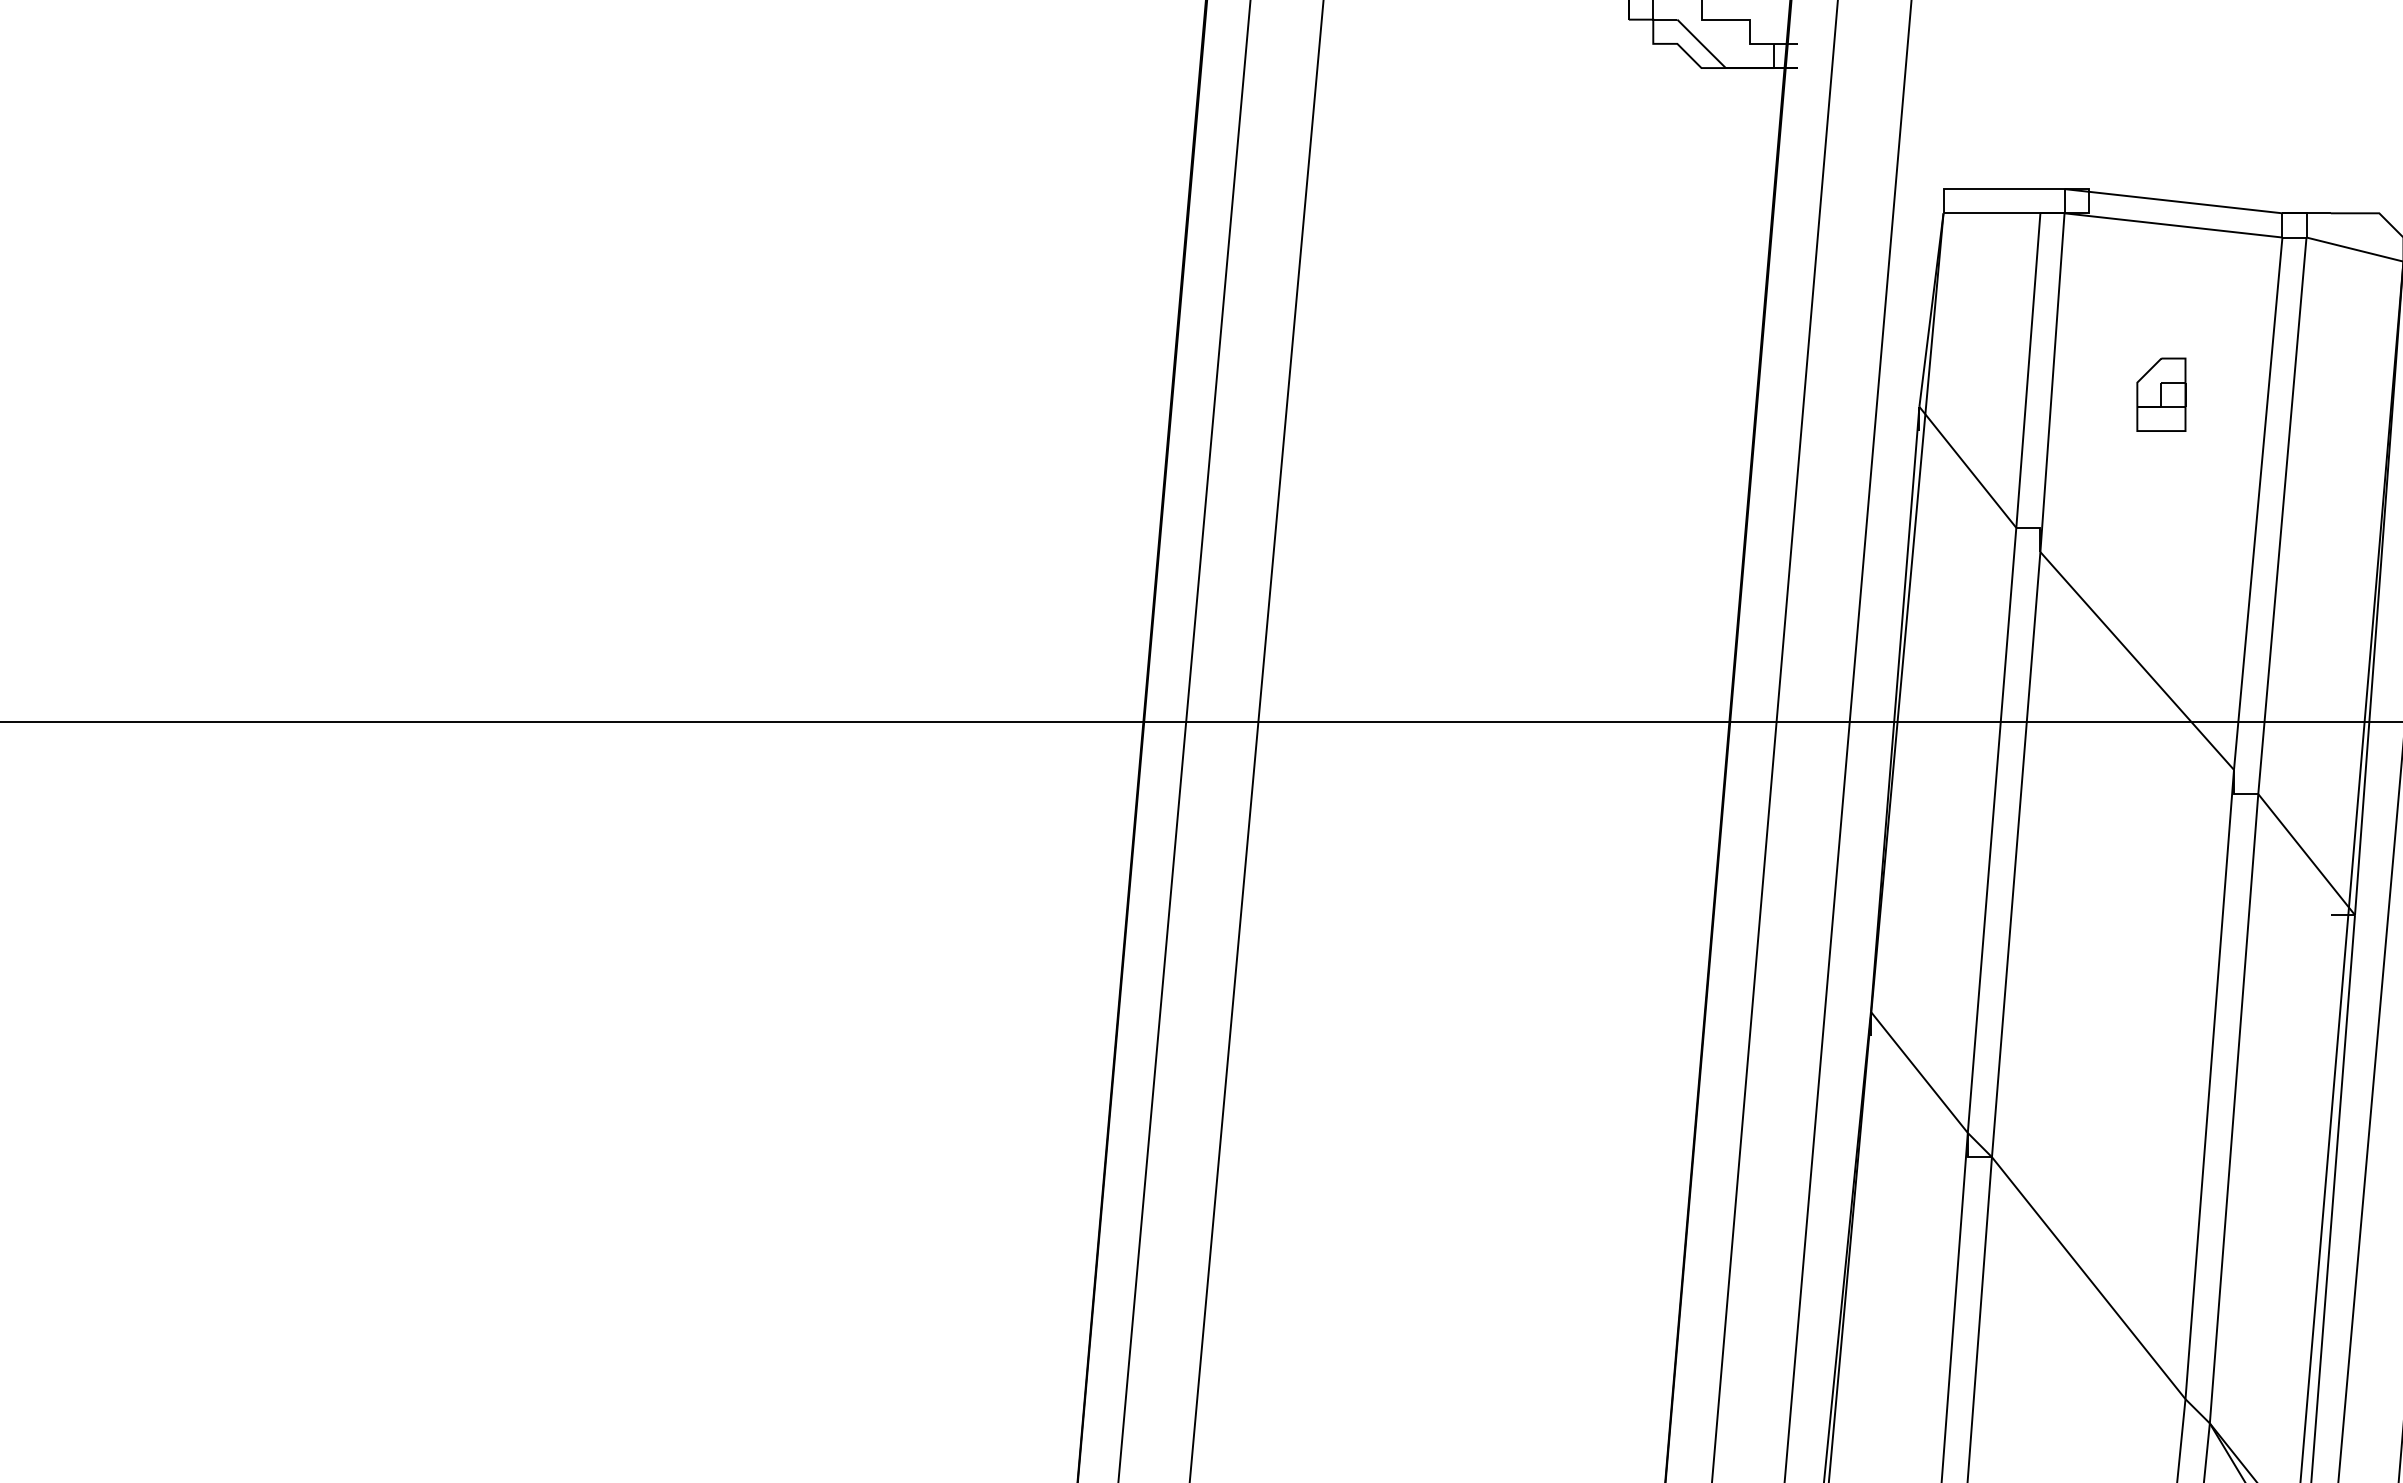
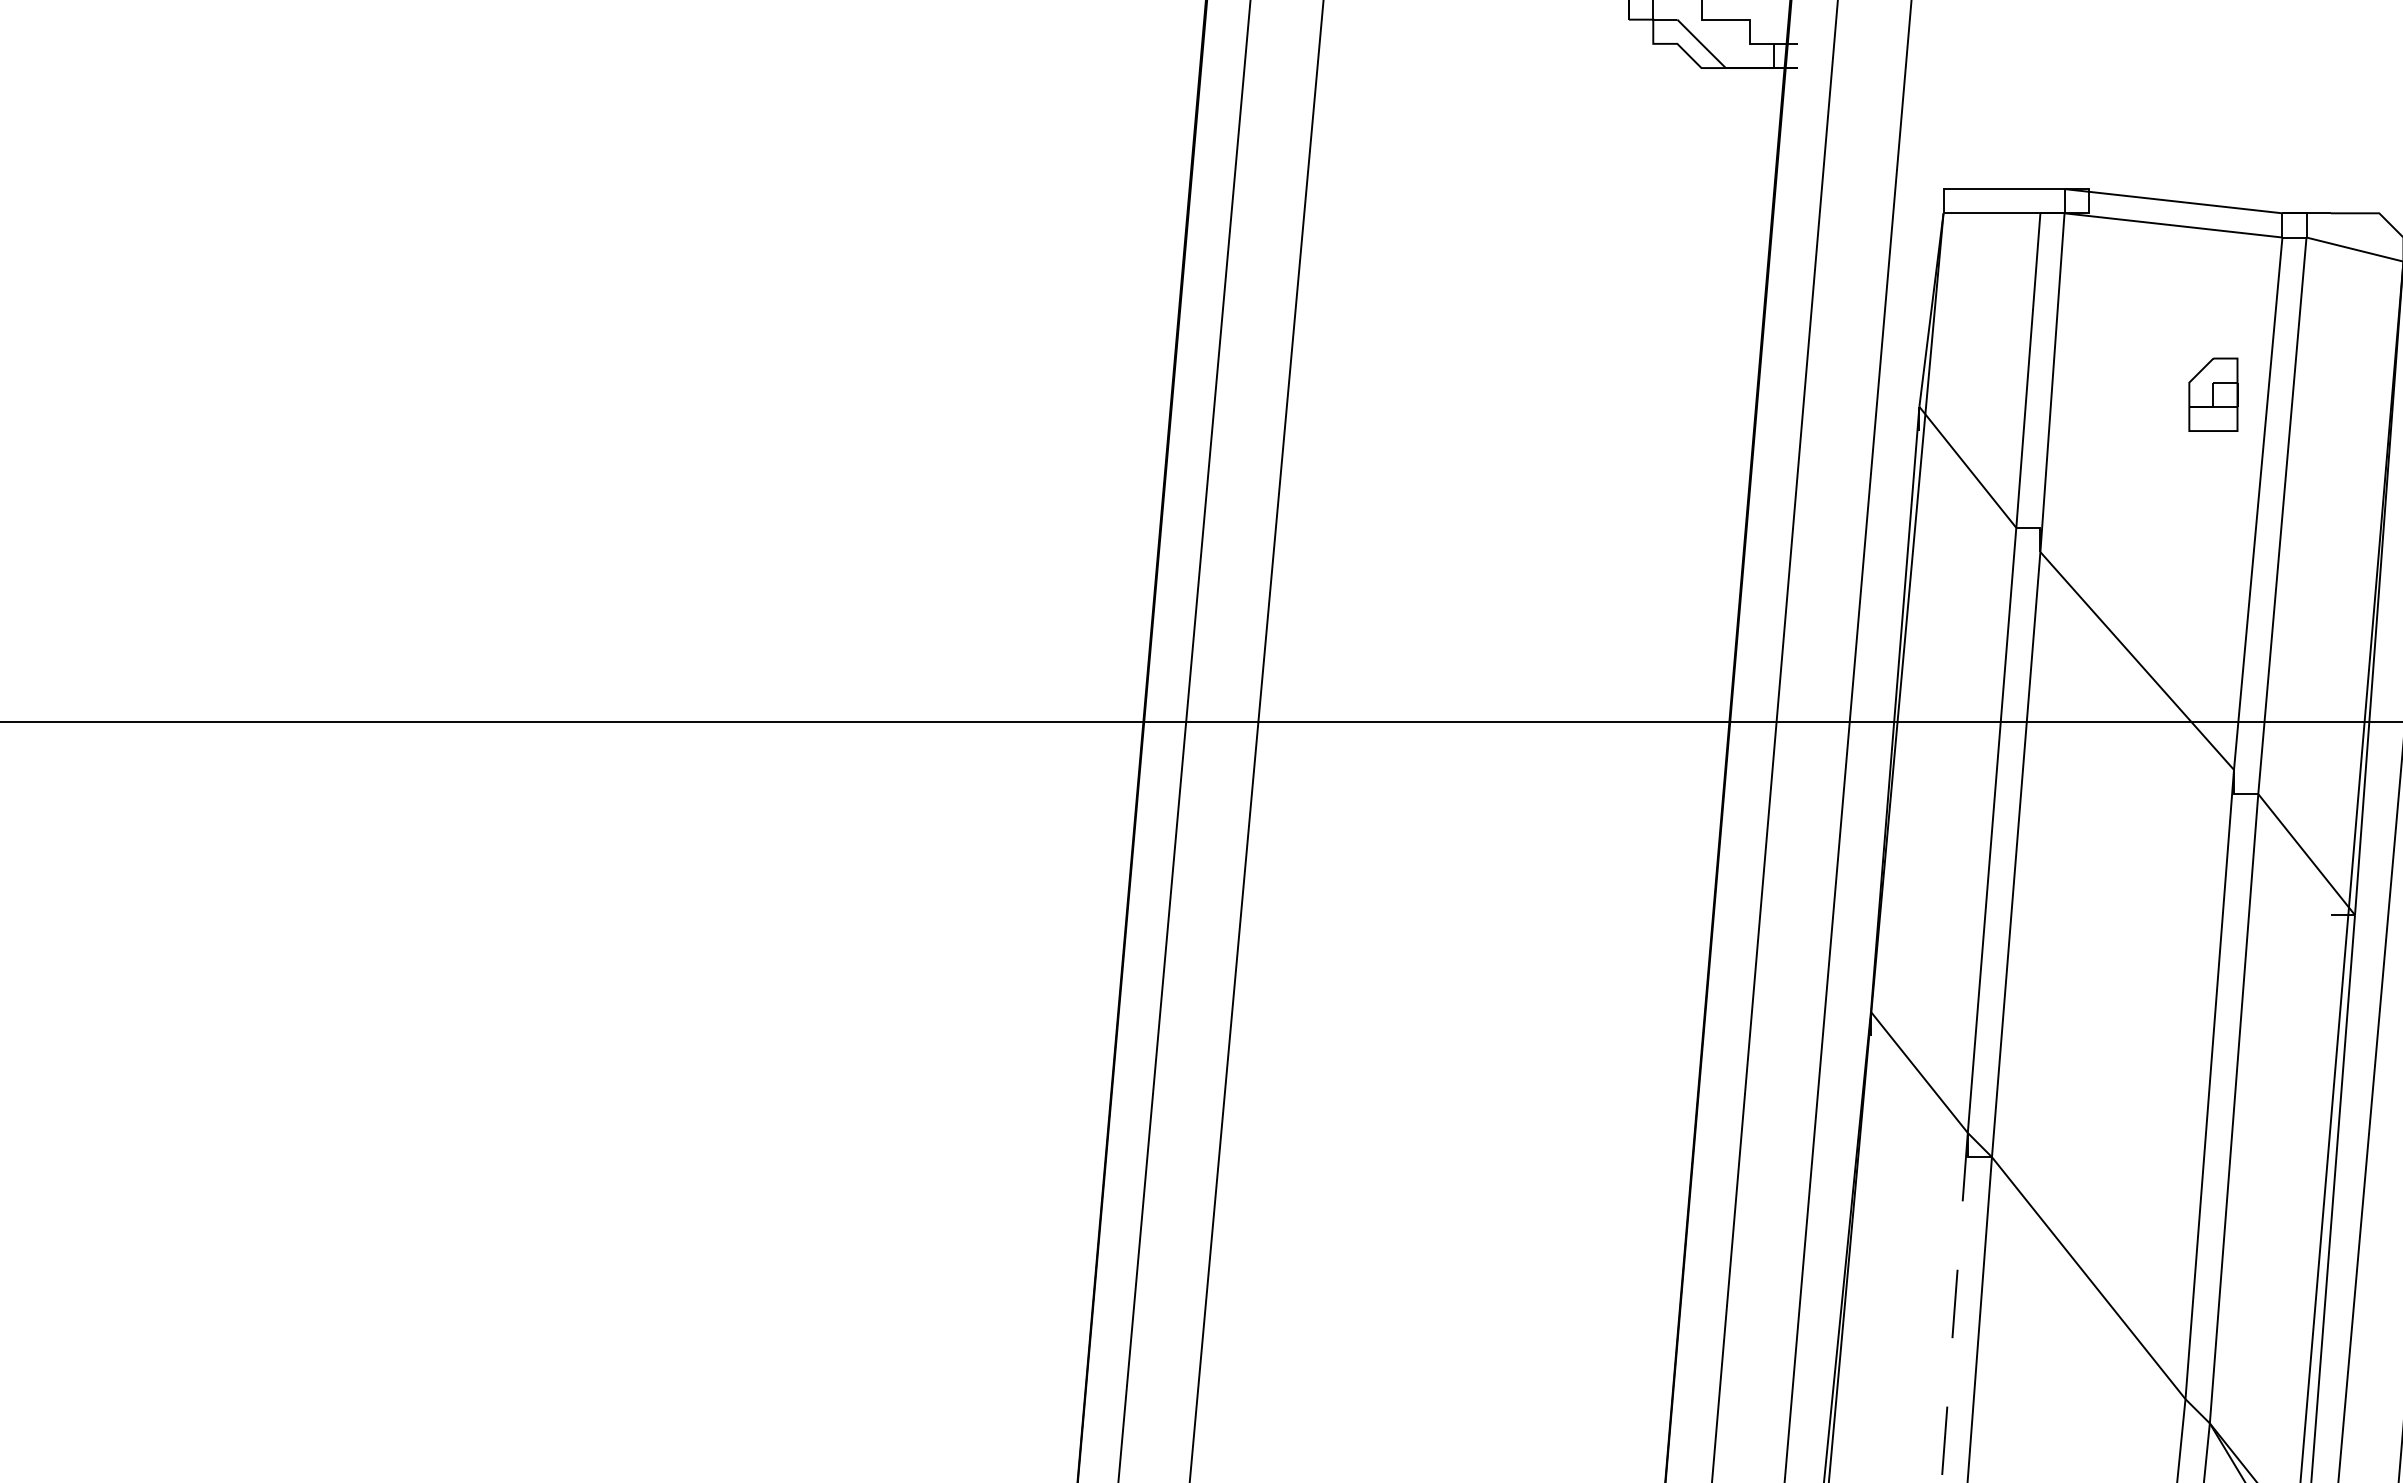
part at (2161, 394) position: (2161, 394) -> (2213, 394)
line at (1954, 1308): solid -> dashed
